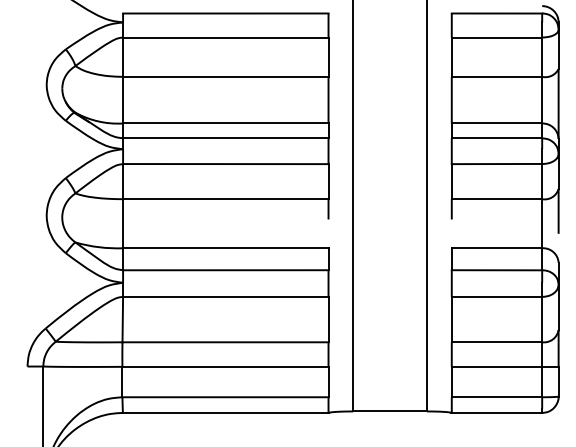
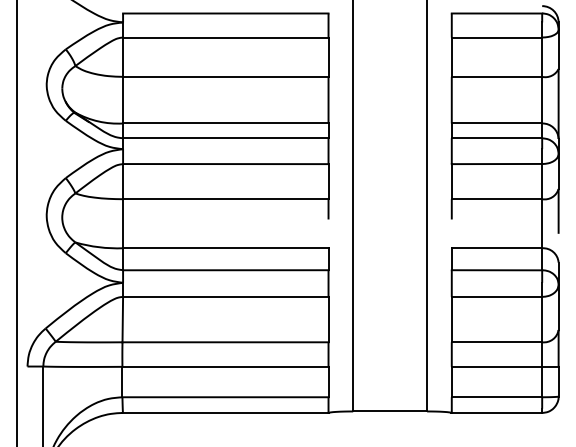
line at (17, 222): none -> present
